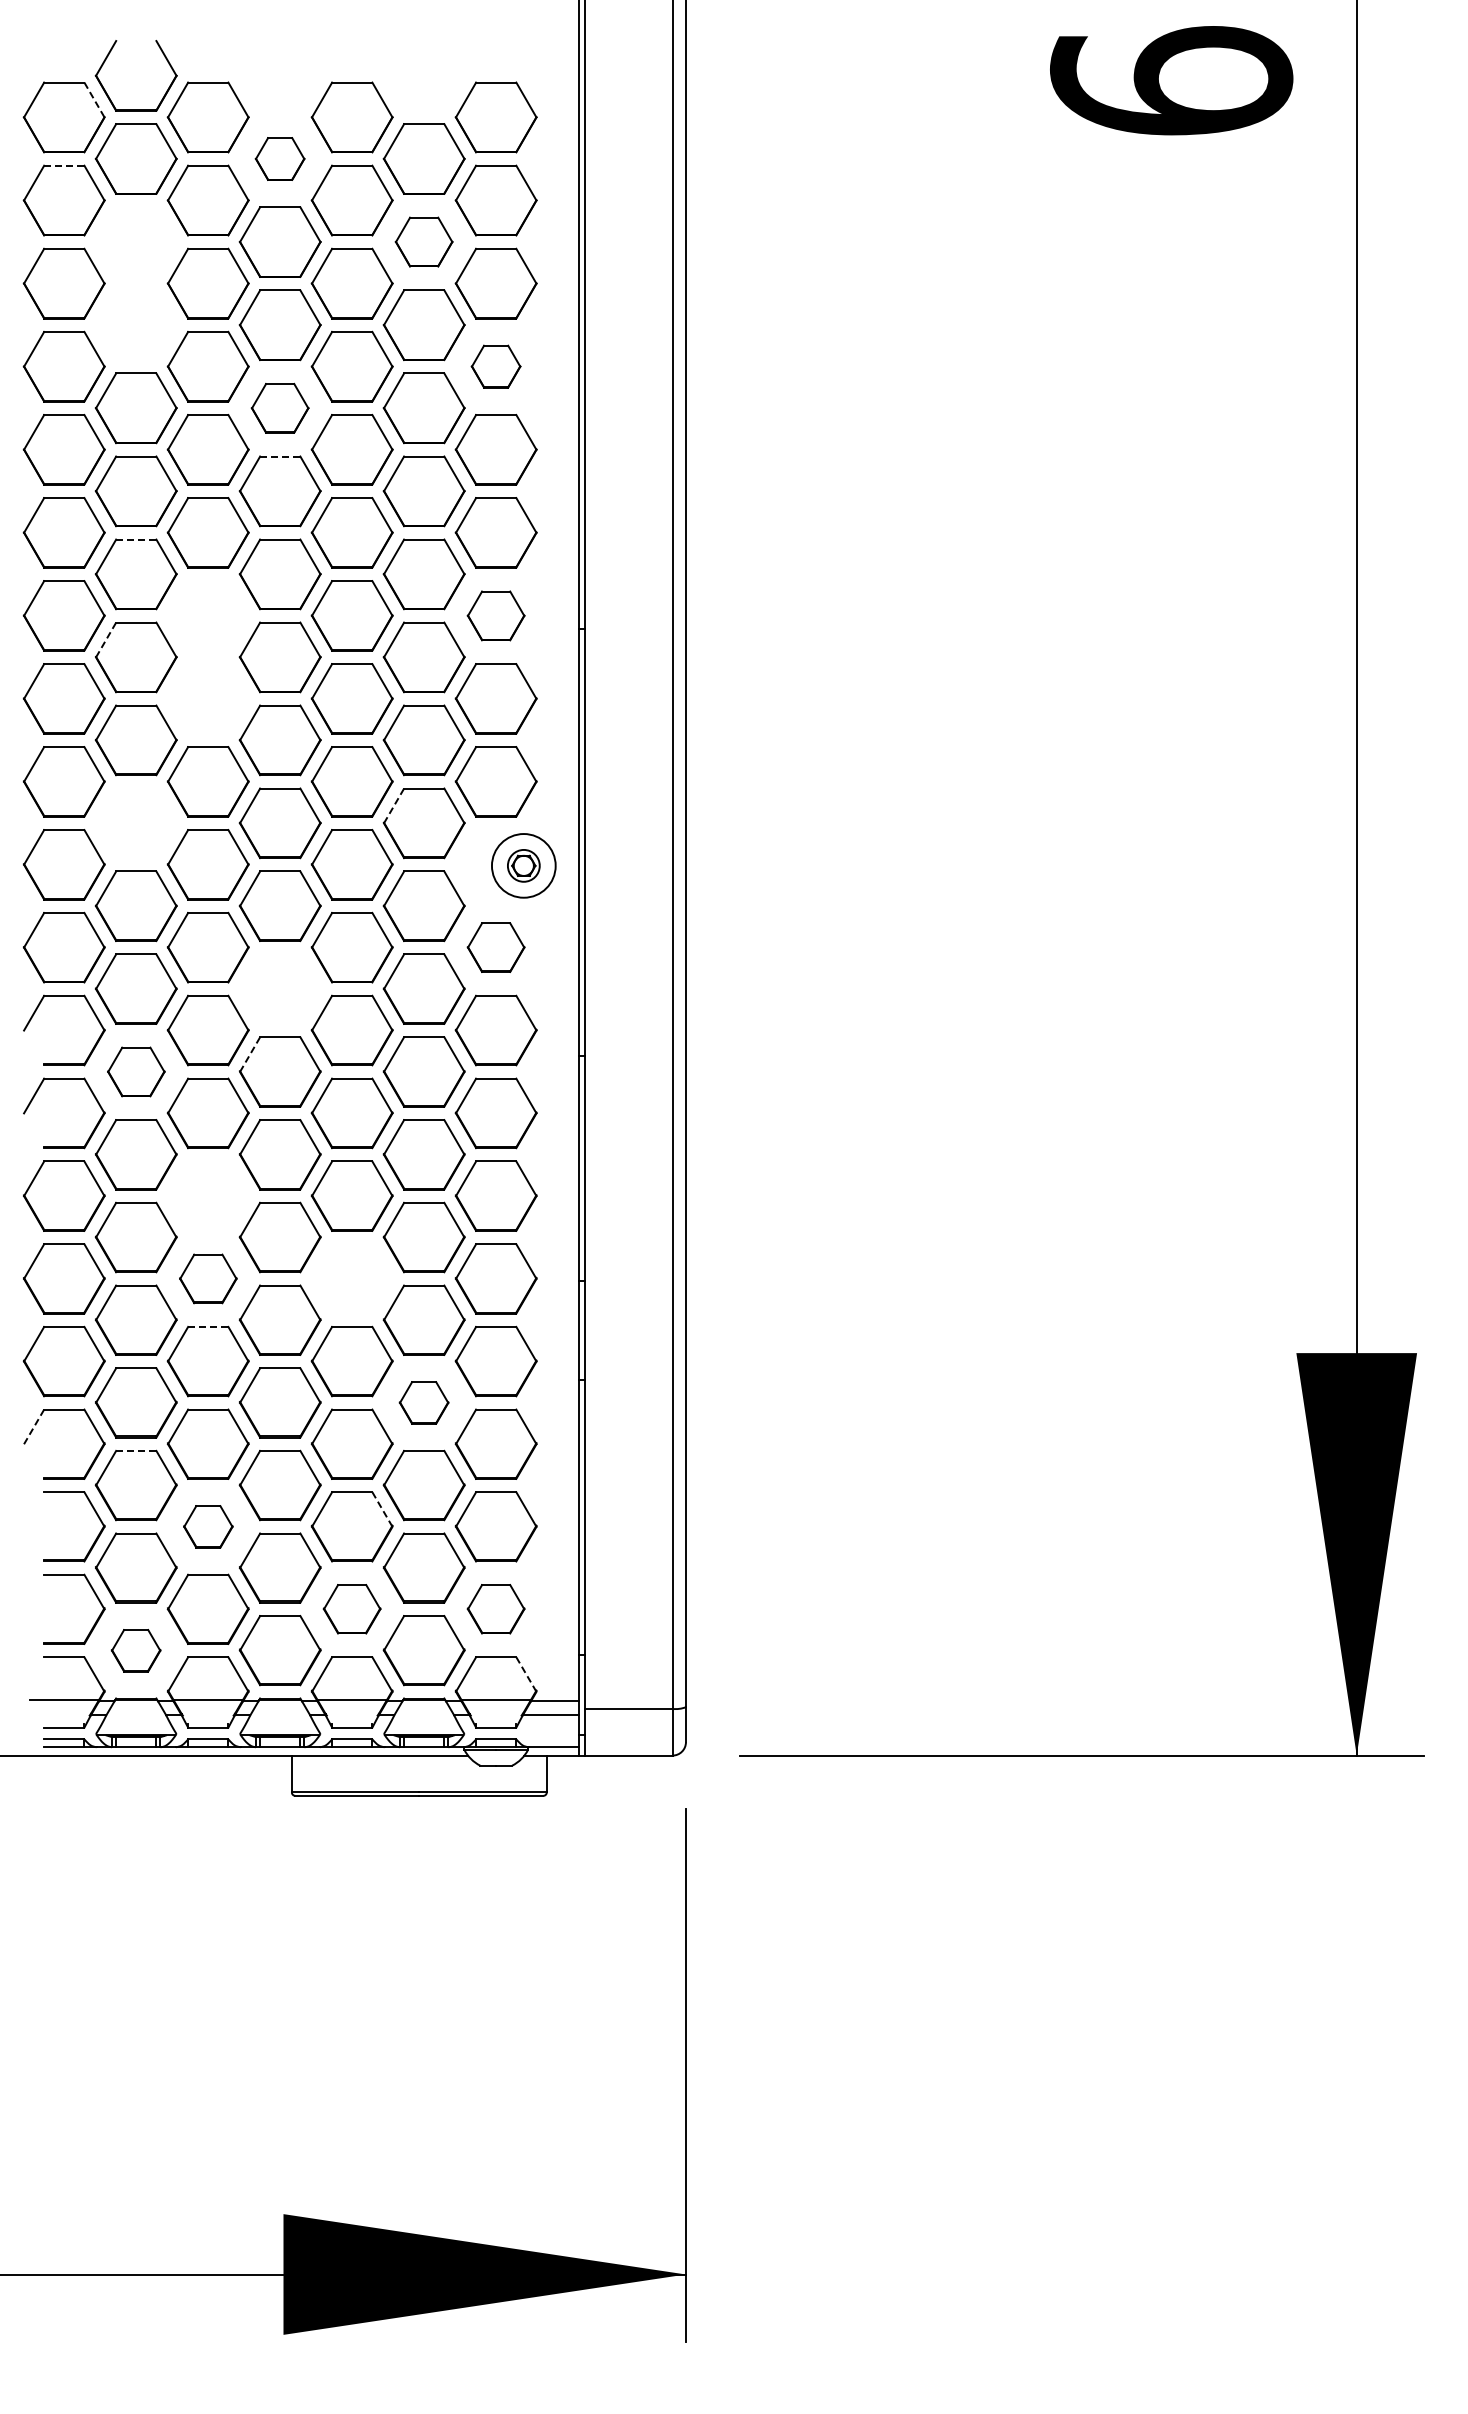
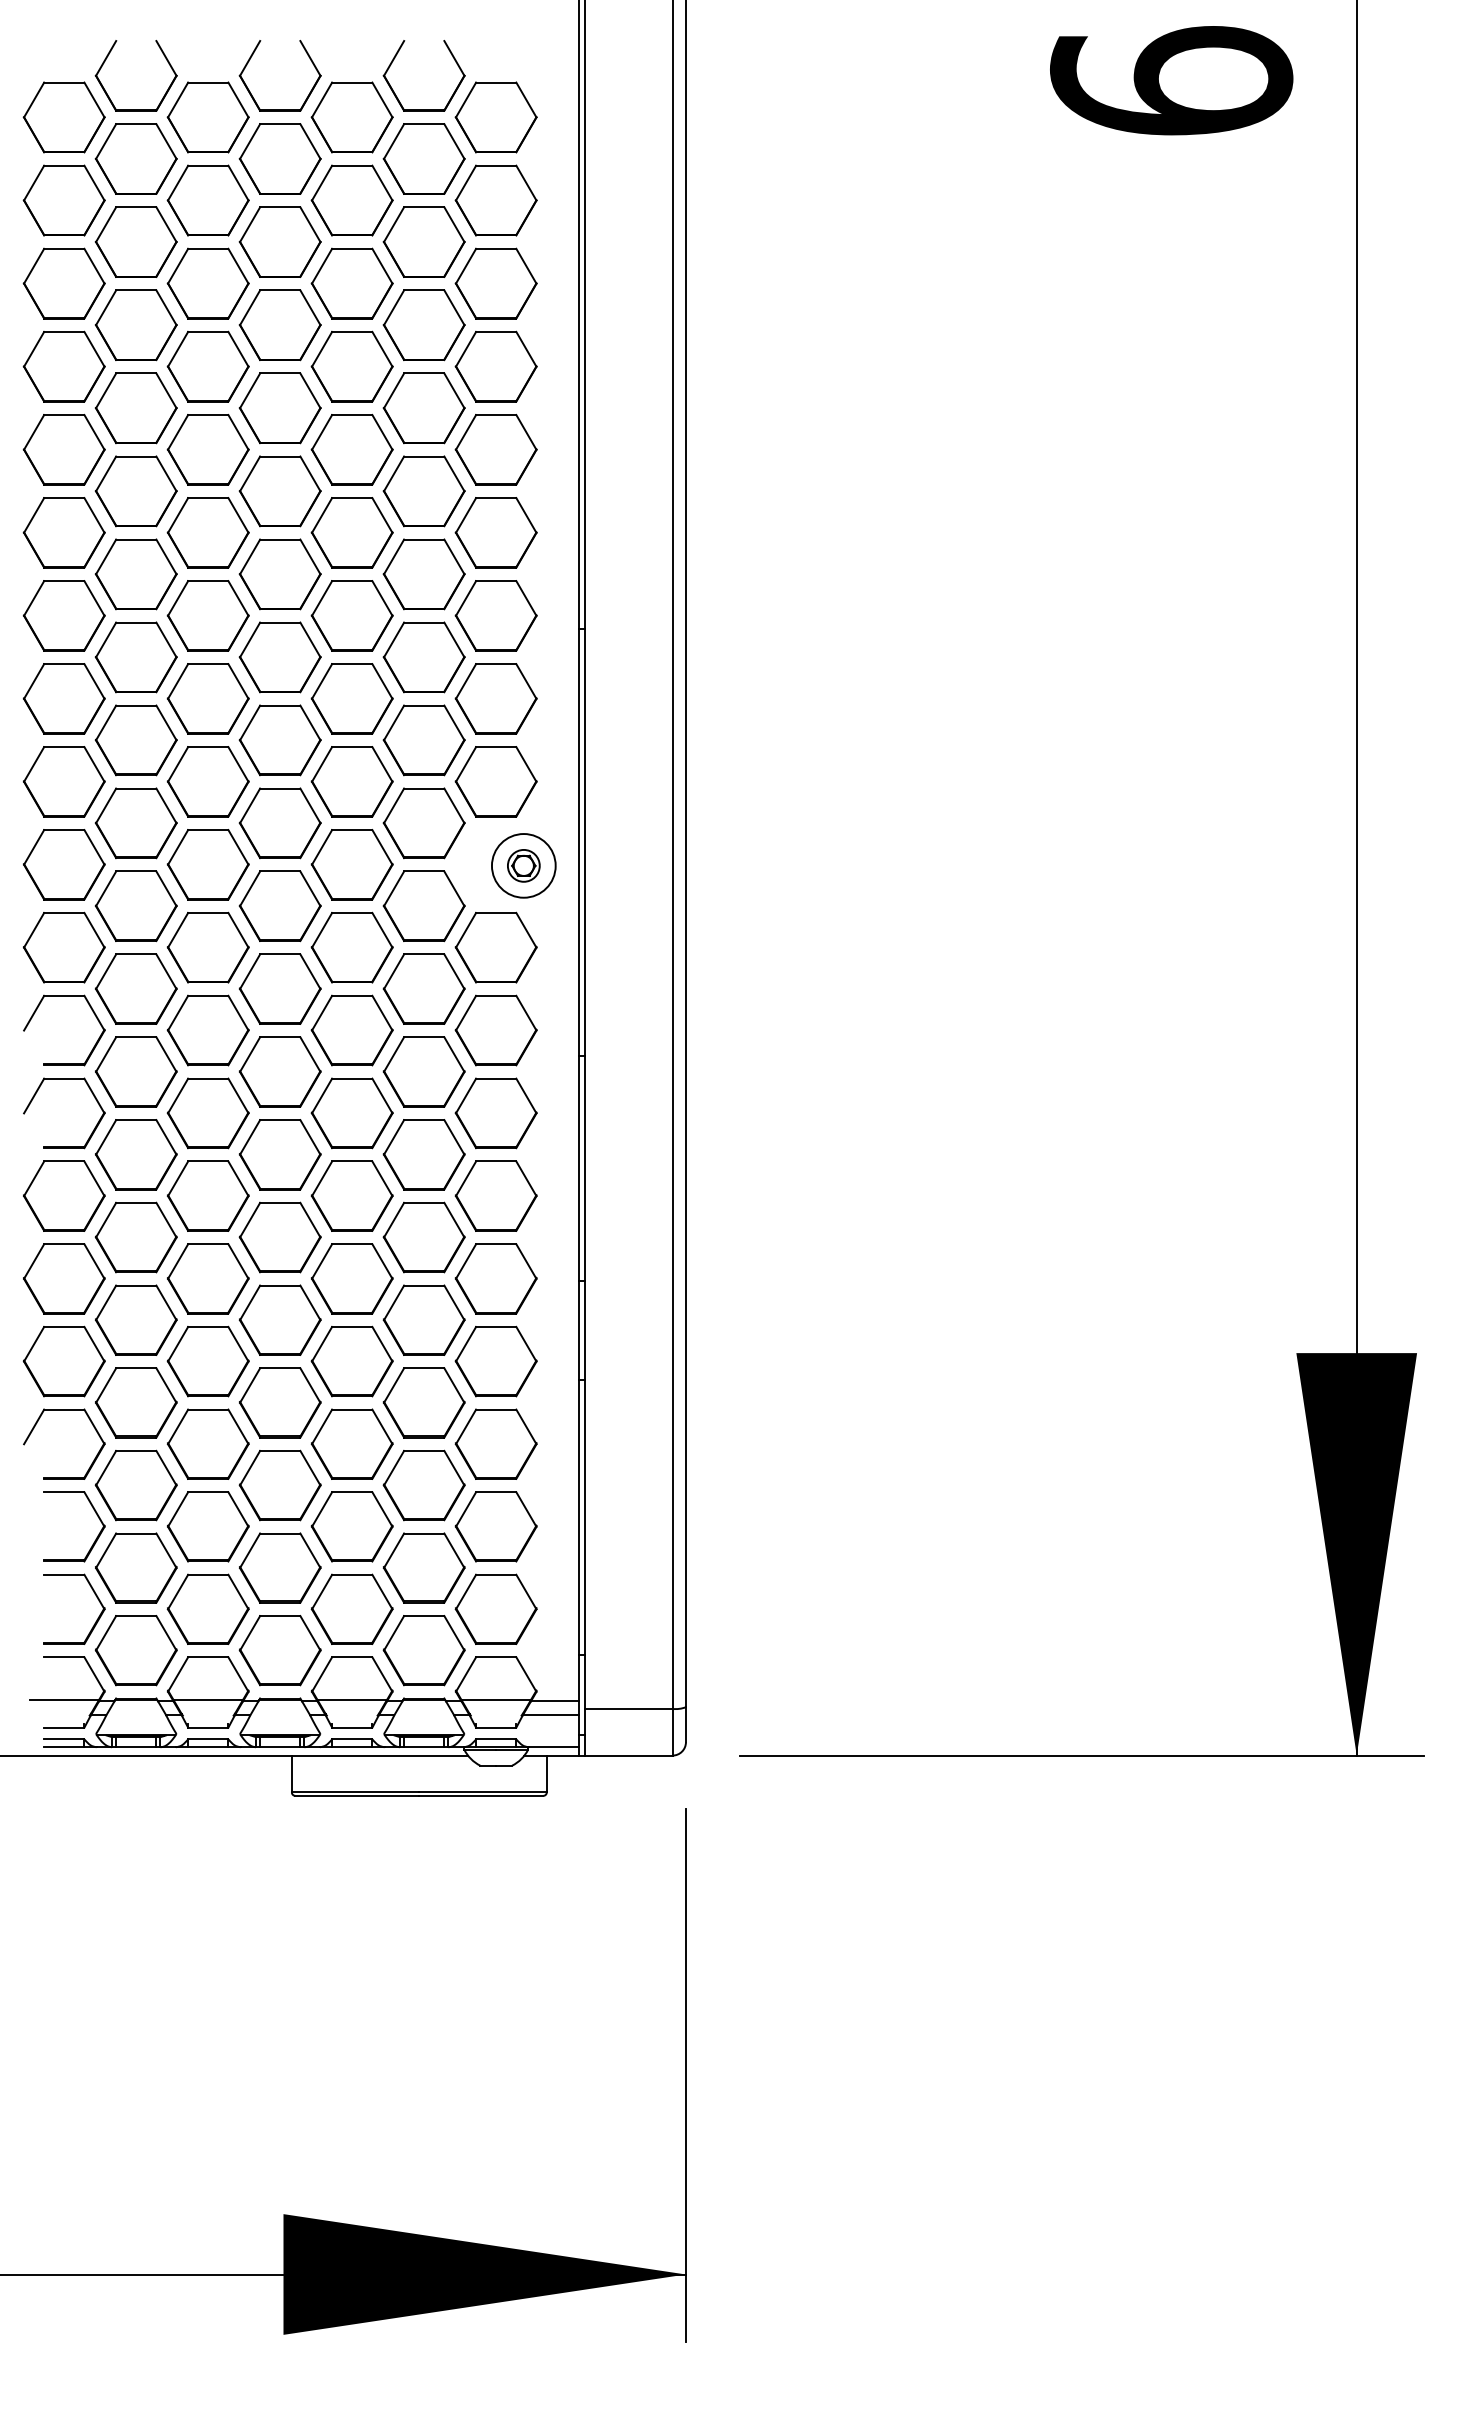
part at (251, 58): none -> present
part at (395, 58): none -> present
line at (94, 100): dashed -> solid
part at (279, 158) size: 52x44 px -> 84x72 px
line at (64, 165): dashed -> solid
part at (135, 241): none -> present
part at (423, 241) size: 60x52 px -> 84x72 px
part at (135, 325): none -> present
part at (495, 366) size: 52x45 px -> 84x73 px
part at (279, 407) size: 60x52 px -> 84x73 px
line at (280, 456): dashed -> solid
line at (136, 539): dashed -> solid
part at (207, 615): none -> present
part at (495, 615) size: 60x52 px -> 84x72 px
line at (106, 639): dashed -> solid
part at (207, 698): none -> present
line at (394, 805): dashed -> solid
part at (135, 823): none -> present
part at (495, 947) size: 60x51 px -> 84x73 px
part at (279, 988): none -> present
line at (250, 1054): dashed -> solid
part at (136, 1071) size: 59x52 px -> 83x72 px
part at (208, 1195): none -> present
part at (208, 1278) size: 59x52 px -> 83x72 px
part at (351, 1278): none -> present
line at (208, 1326): dashed -> solid
part at (423, 1402) size: 52x44 px -> 84x72 px
line at (34, 1426): dashed -> solid
line at (136, 1450): dashed -> solid
line at (382, 1509): dashed -> solid
part at (208, 1526) size: 51x44 px -> 83x72 px
part at (351, 1609) size: 60x51 px -> 84x72 px
part at (495, 1609) size: 60x51 px -> 84x72 px
part at (135, 1650) size: 52x44 px -> 84x72 px
line at (526, 1674): dashed -> solid
